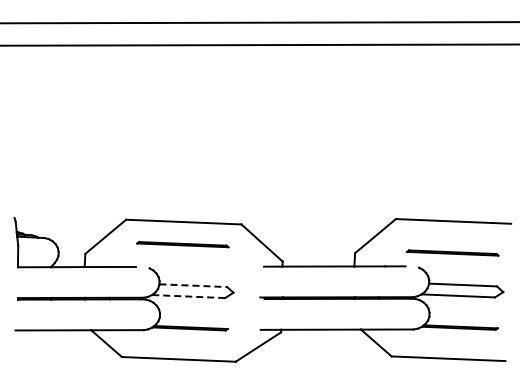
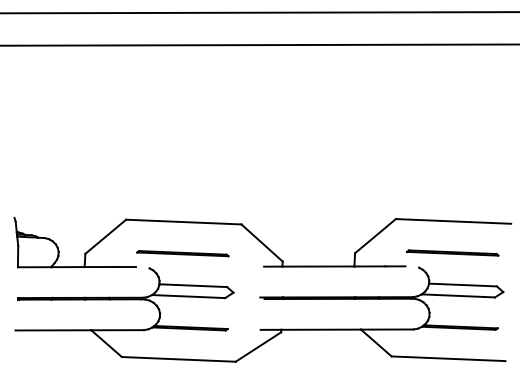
line at (259, 22) position: (259, 22) -> (259, 12)
line at (182, 244) position: (182, 244) -> (182, 253)
line at (193, 285): dashed -> solid
line at (188, 296): dashed -> solid
